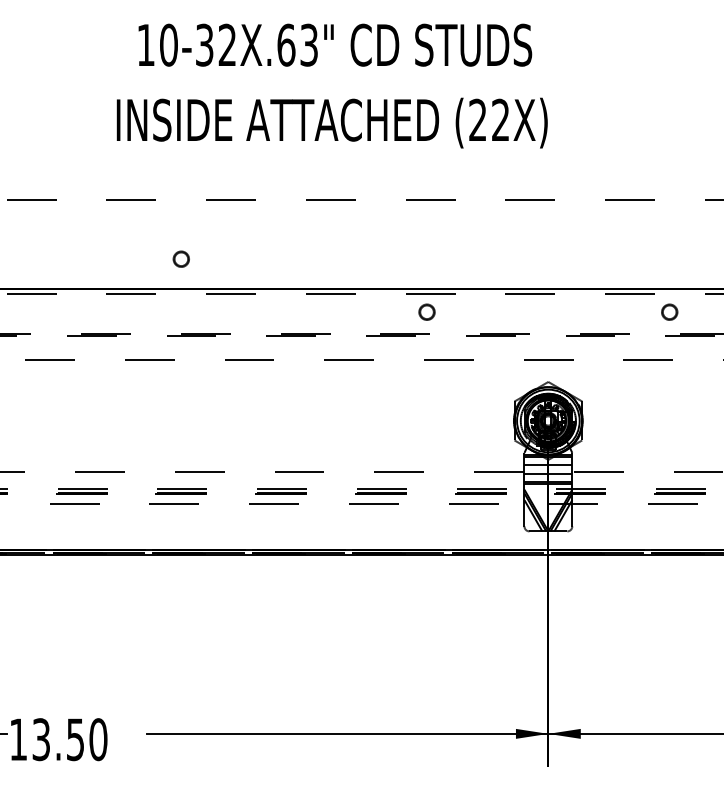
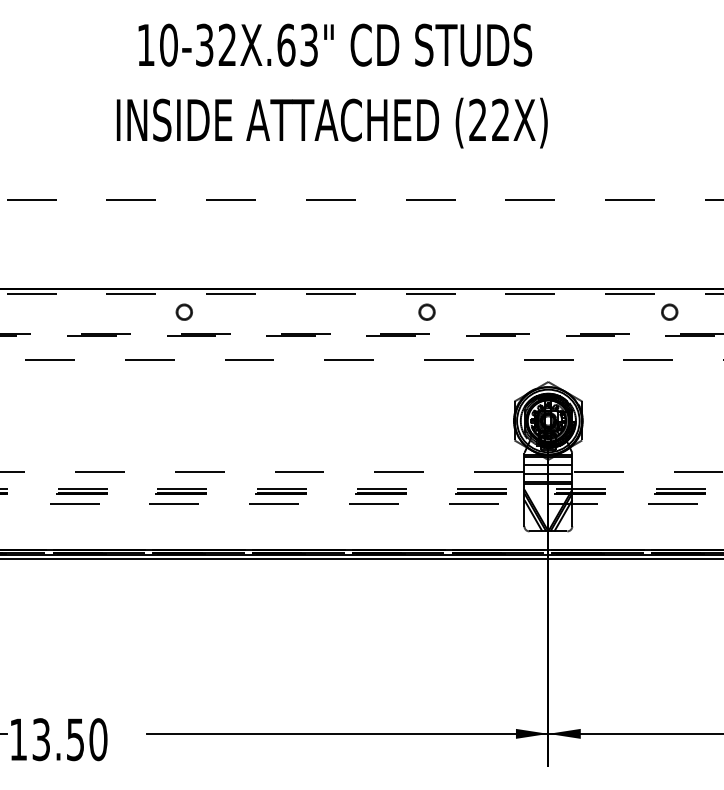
circle at (180, 258) position: (180, 258) -> (183, 311)
line at (361, 558): none -> present
